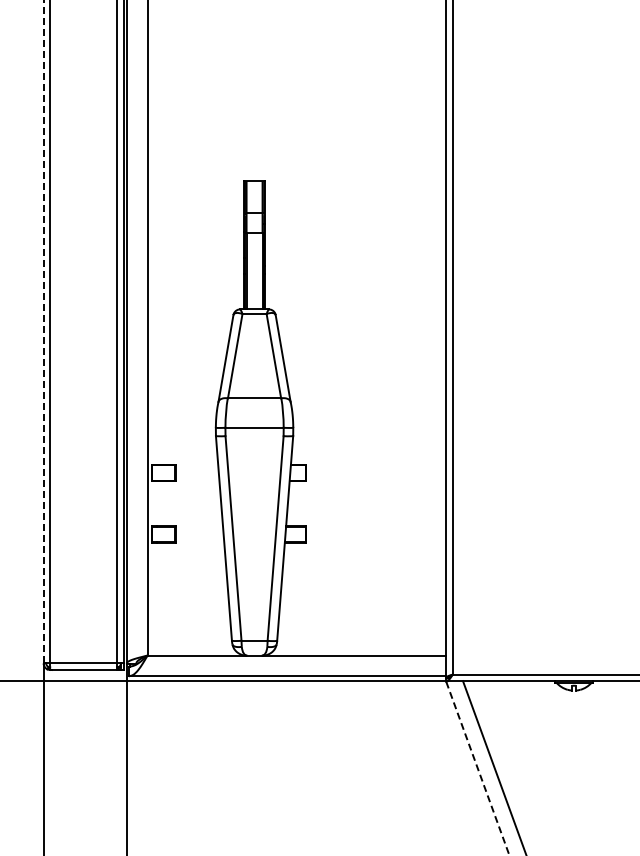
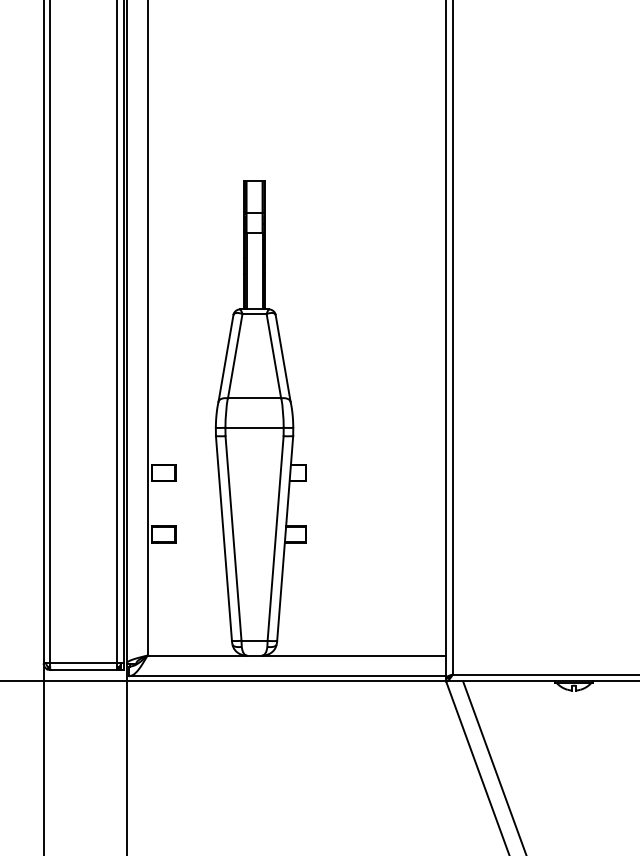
line at (43, 331): dashed -> solid
line at (478, 769): dashed -> solid
